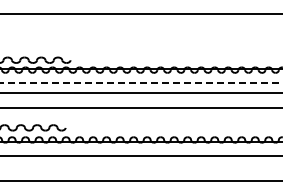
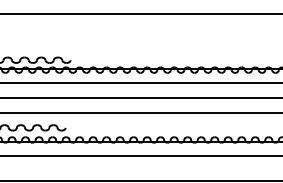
line at (141, 83): dashed -> solid
line at (140, 92) position: (140, 92) -> (140, 97)
line at (140, 108) position: (140, 108) -> (140, 113)
